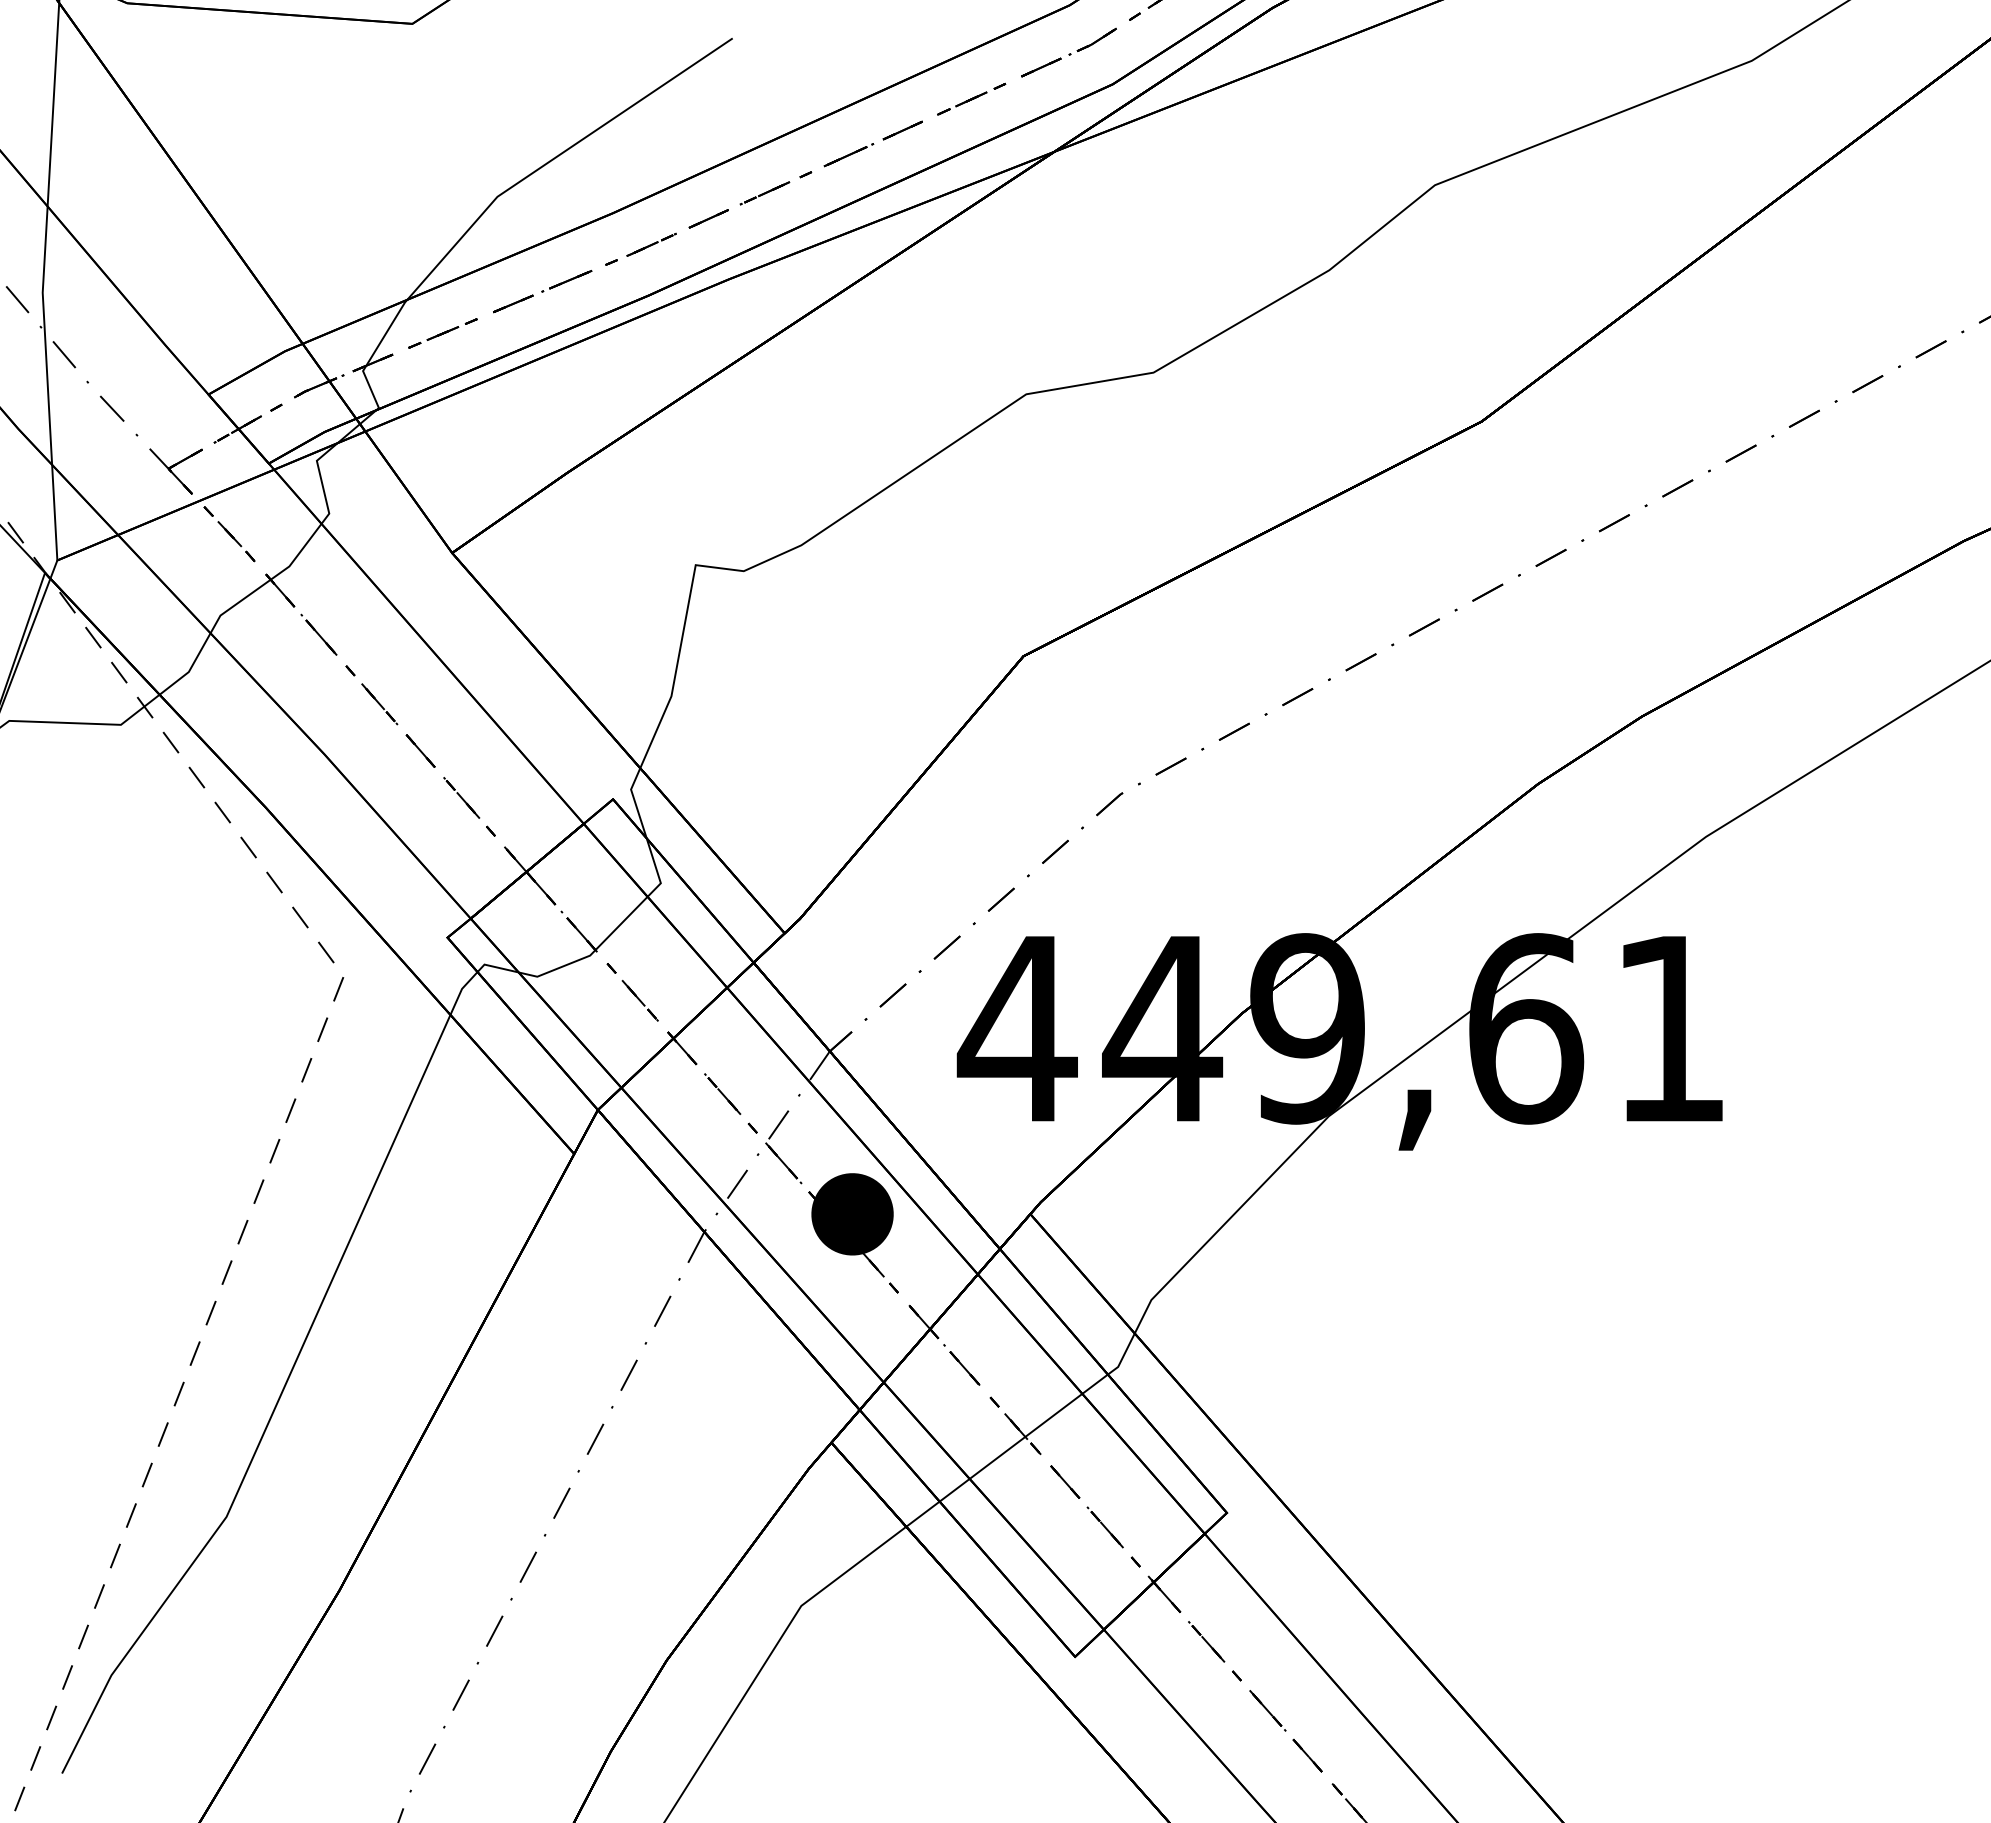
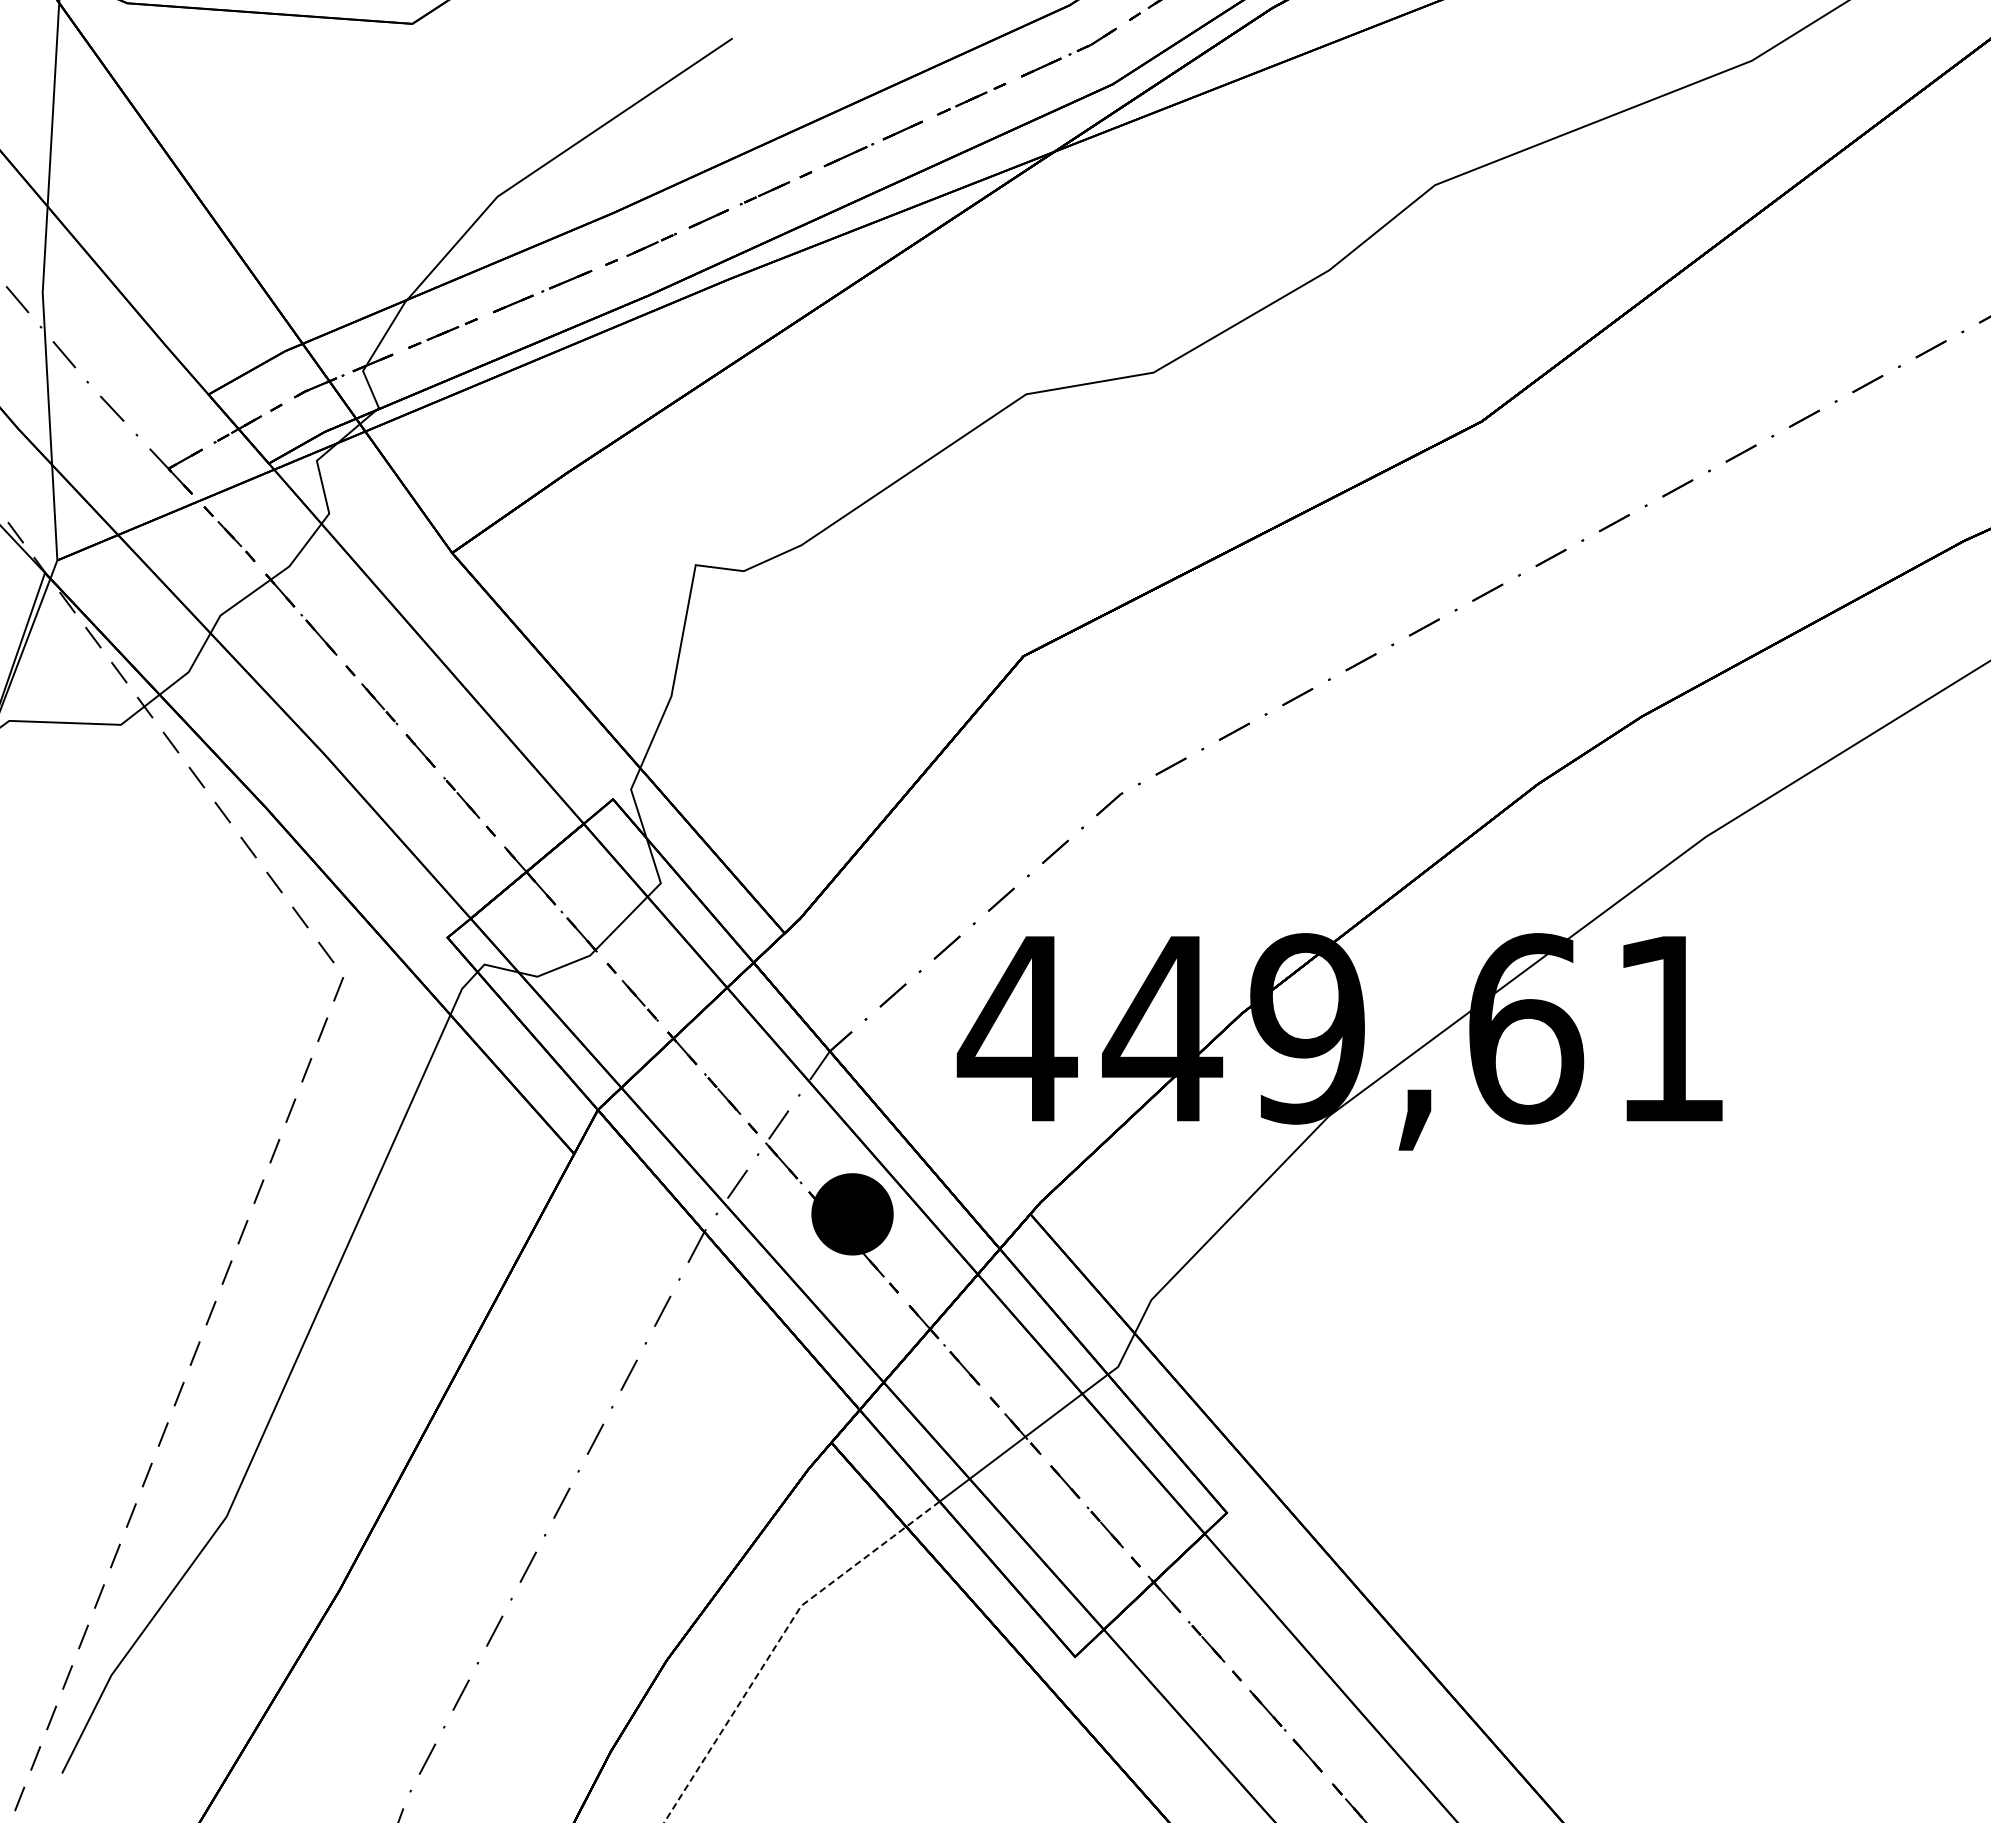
line at (779, 1640): solid -> dashed
